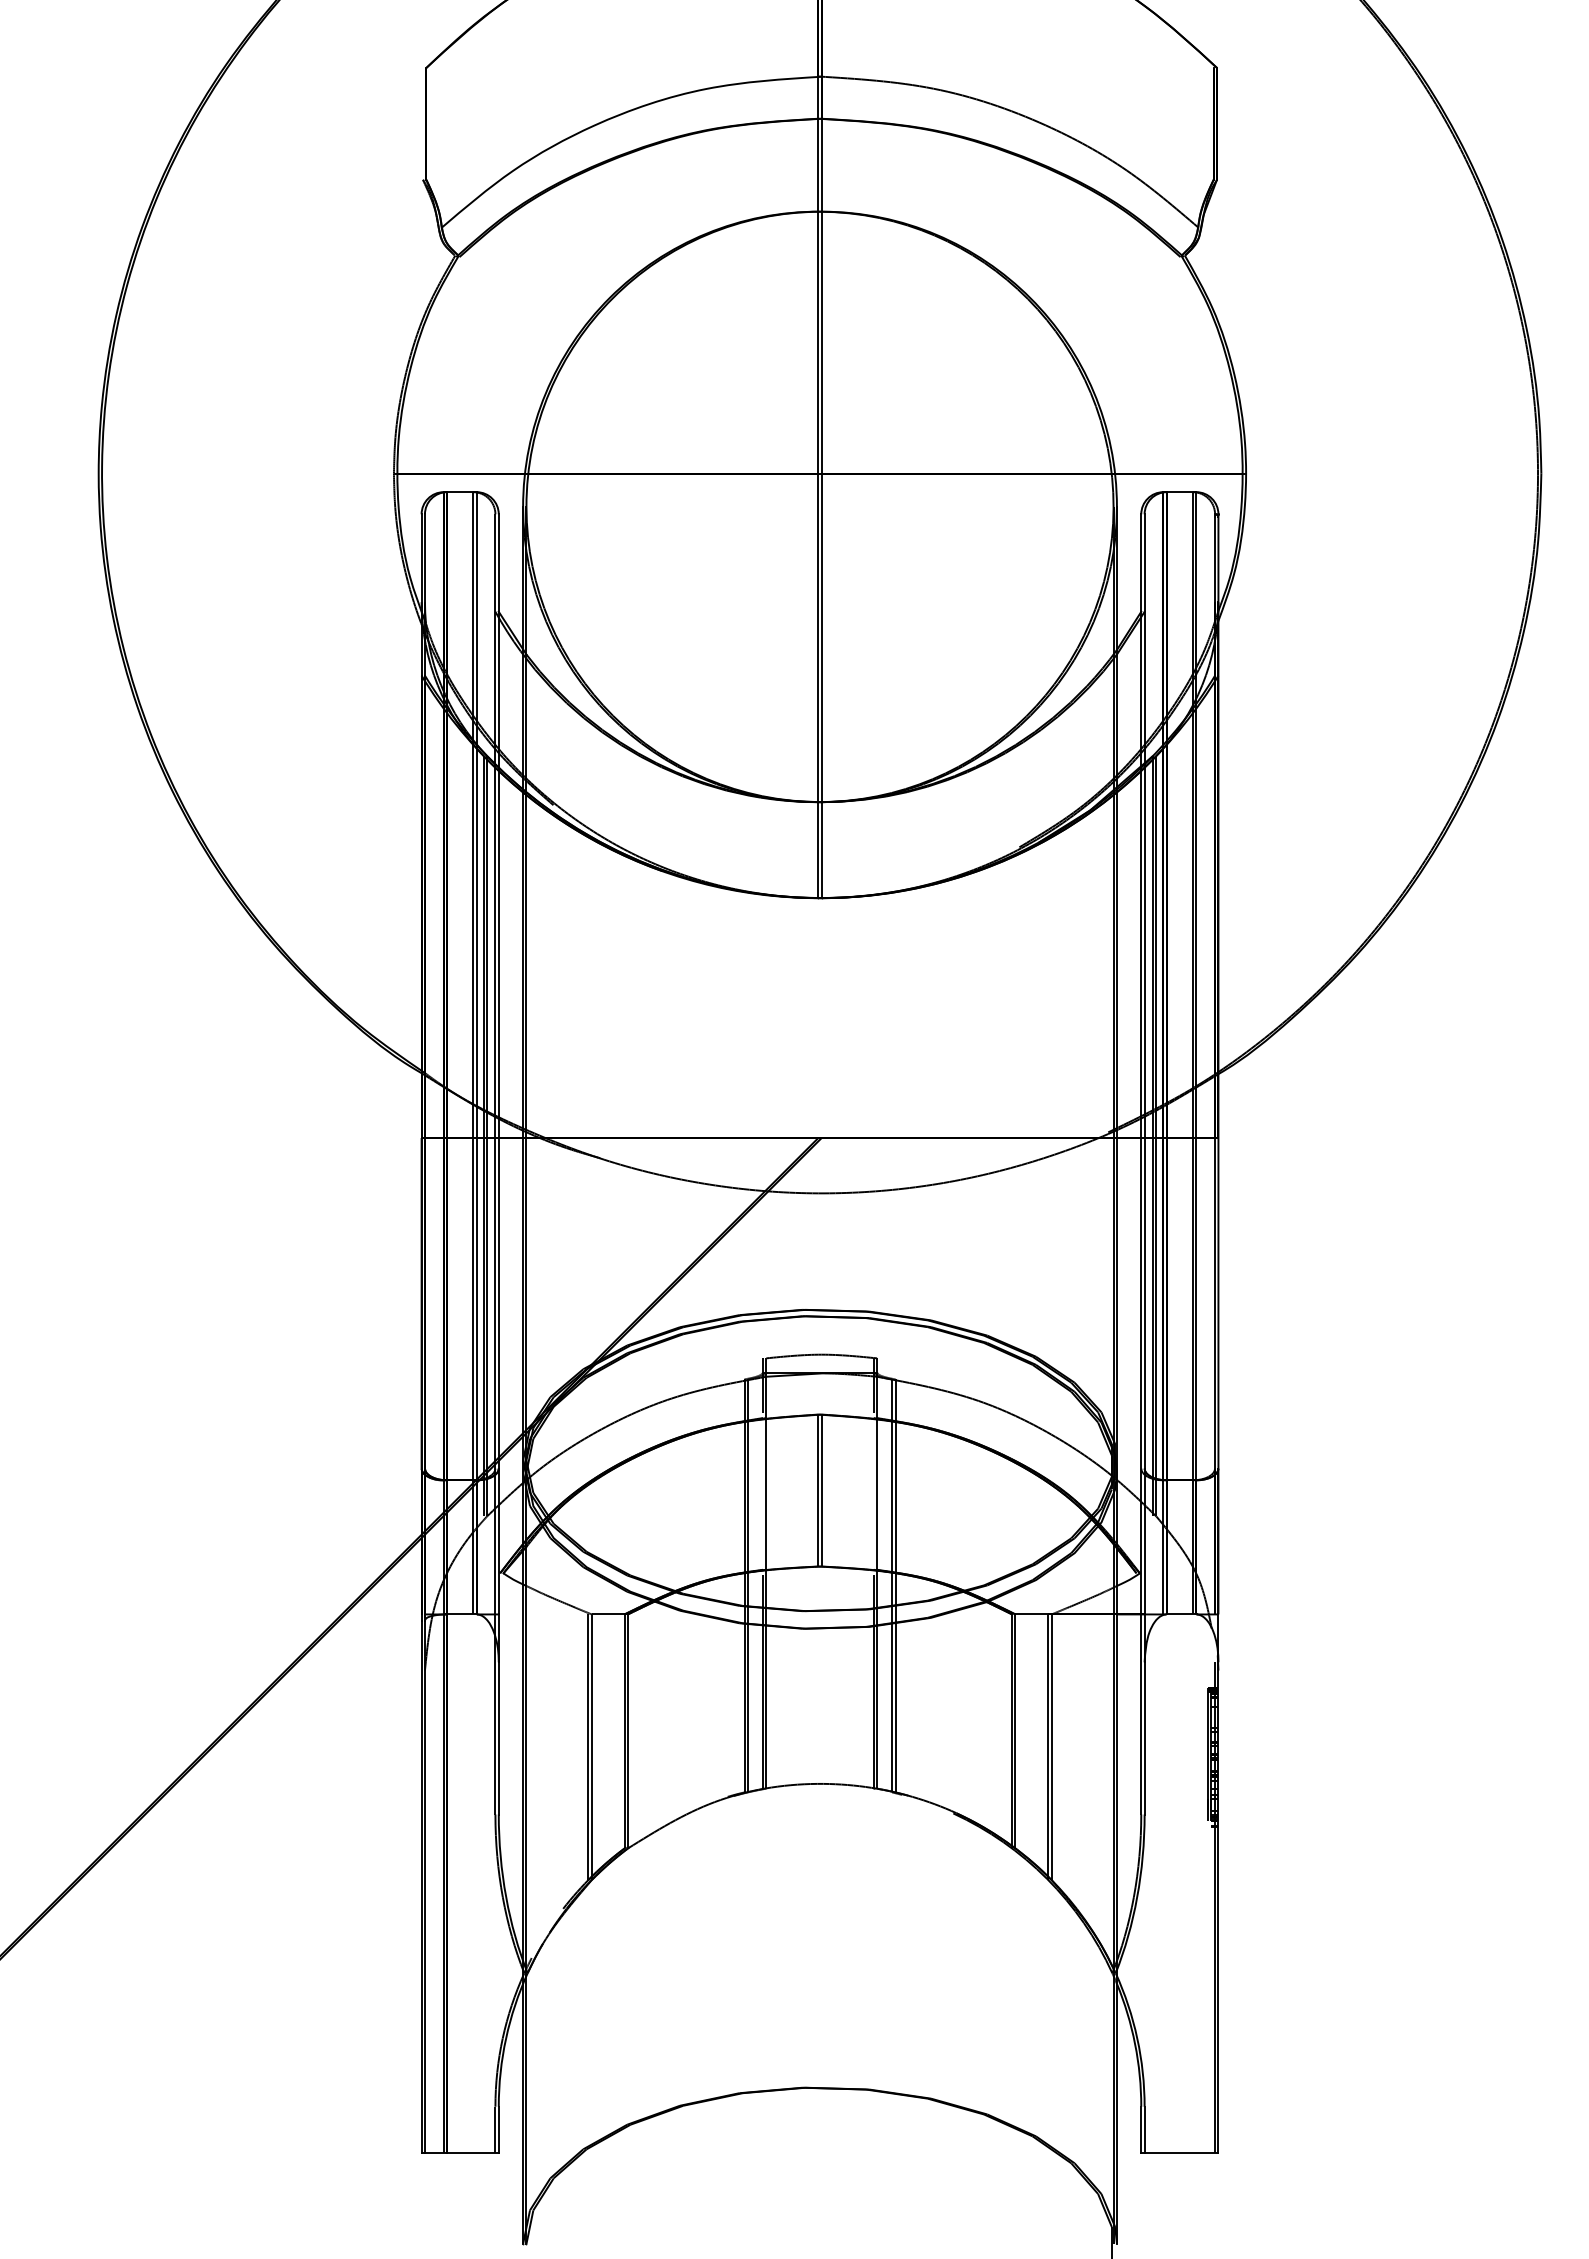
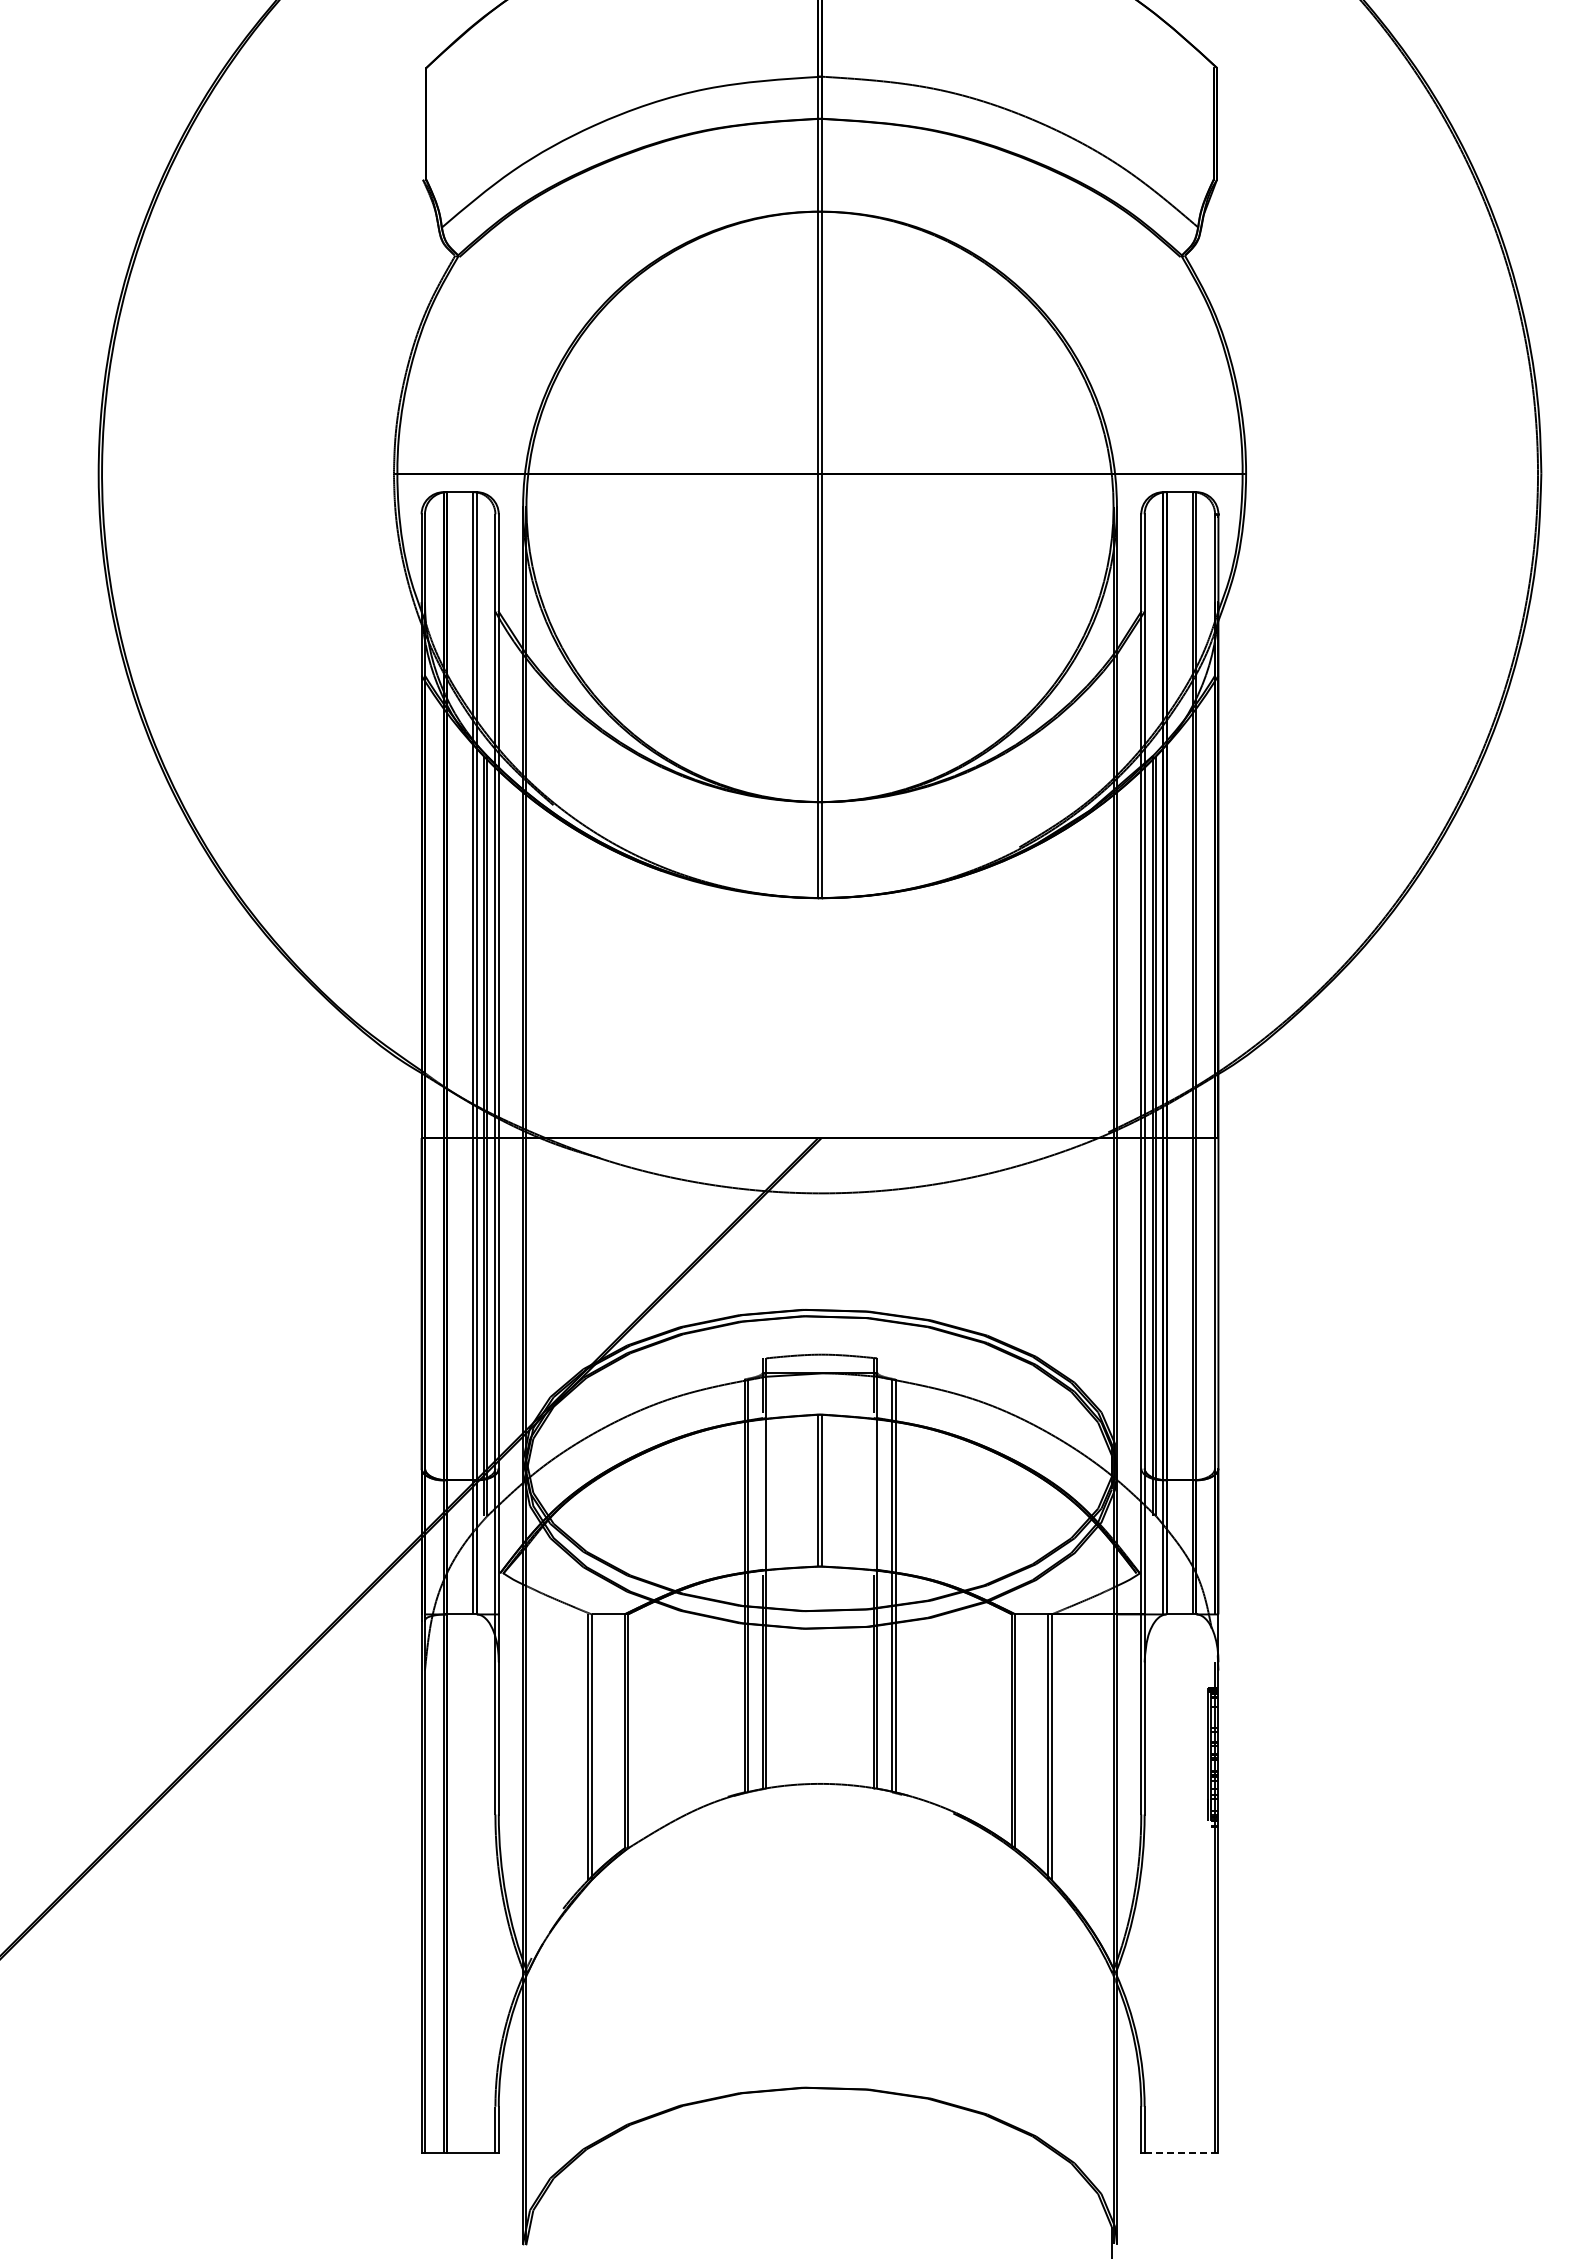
line at (1181, 2152): solid -> dashed
